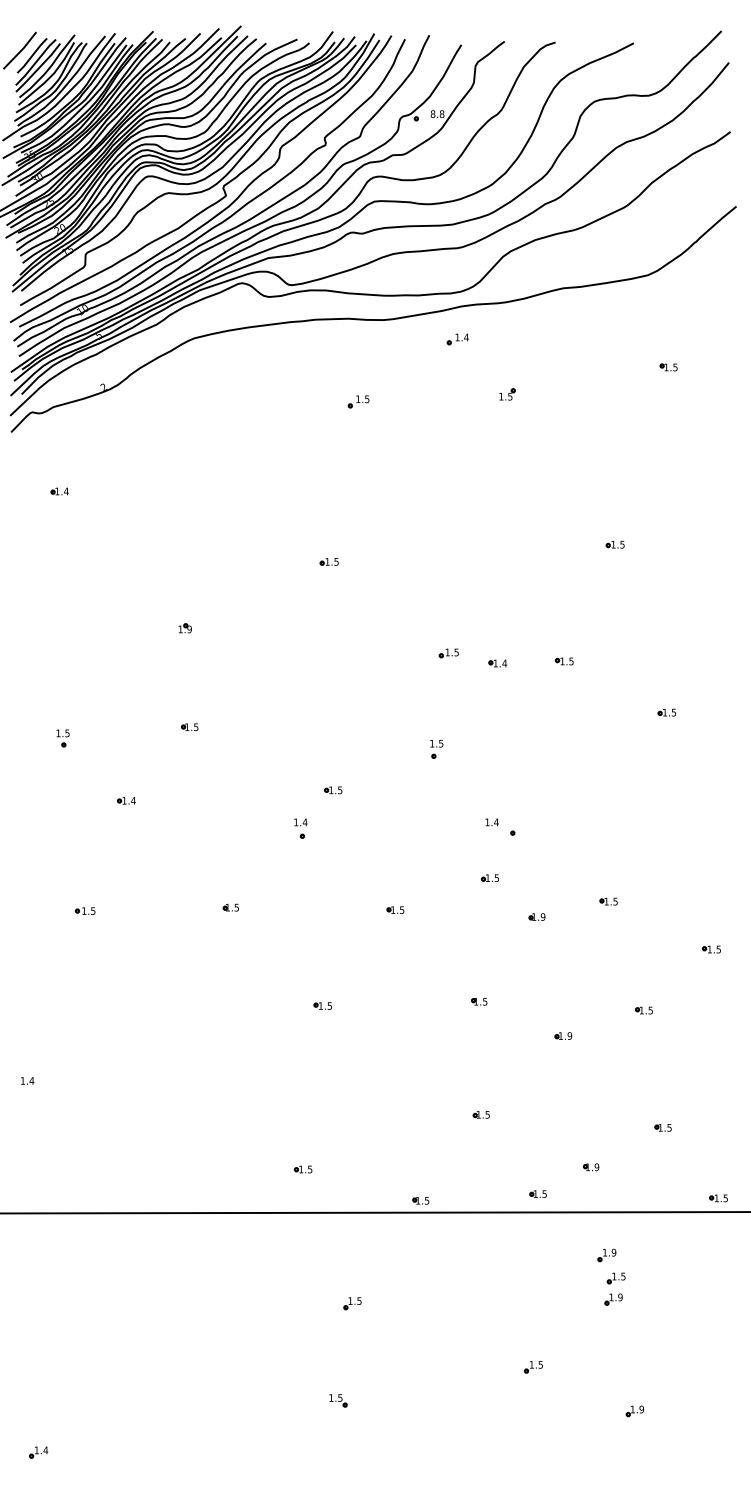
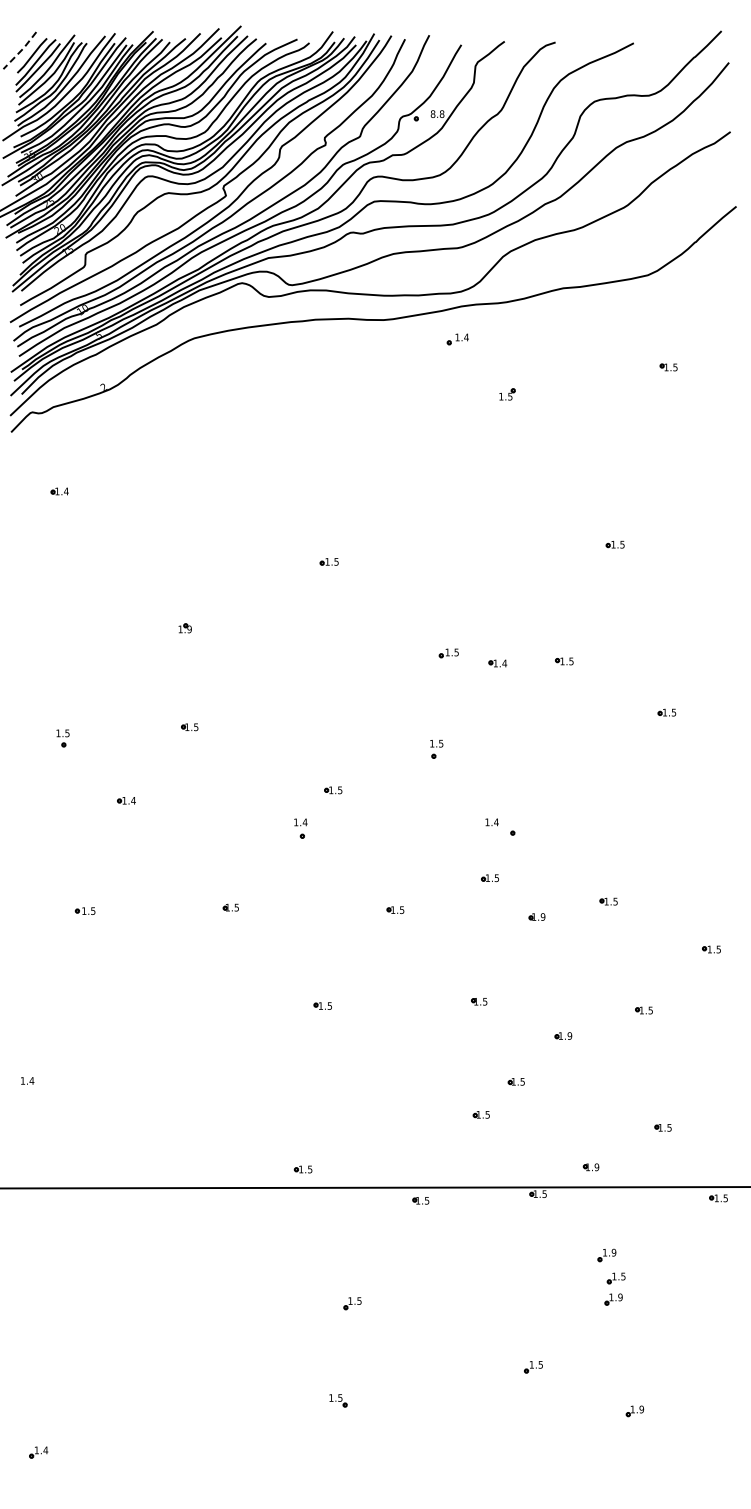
line at (21, 50): solid -> dashed
part at (358, 401): present -> none
part at (515, 1081): none -> present
line at (374, 1212) position: (374, 1212) -> (374, 1187)
